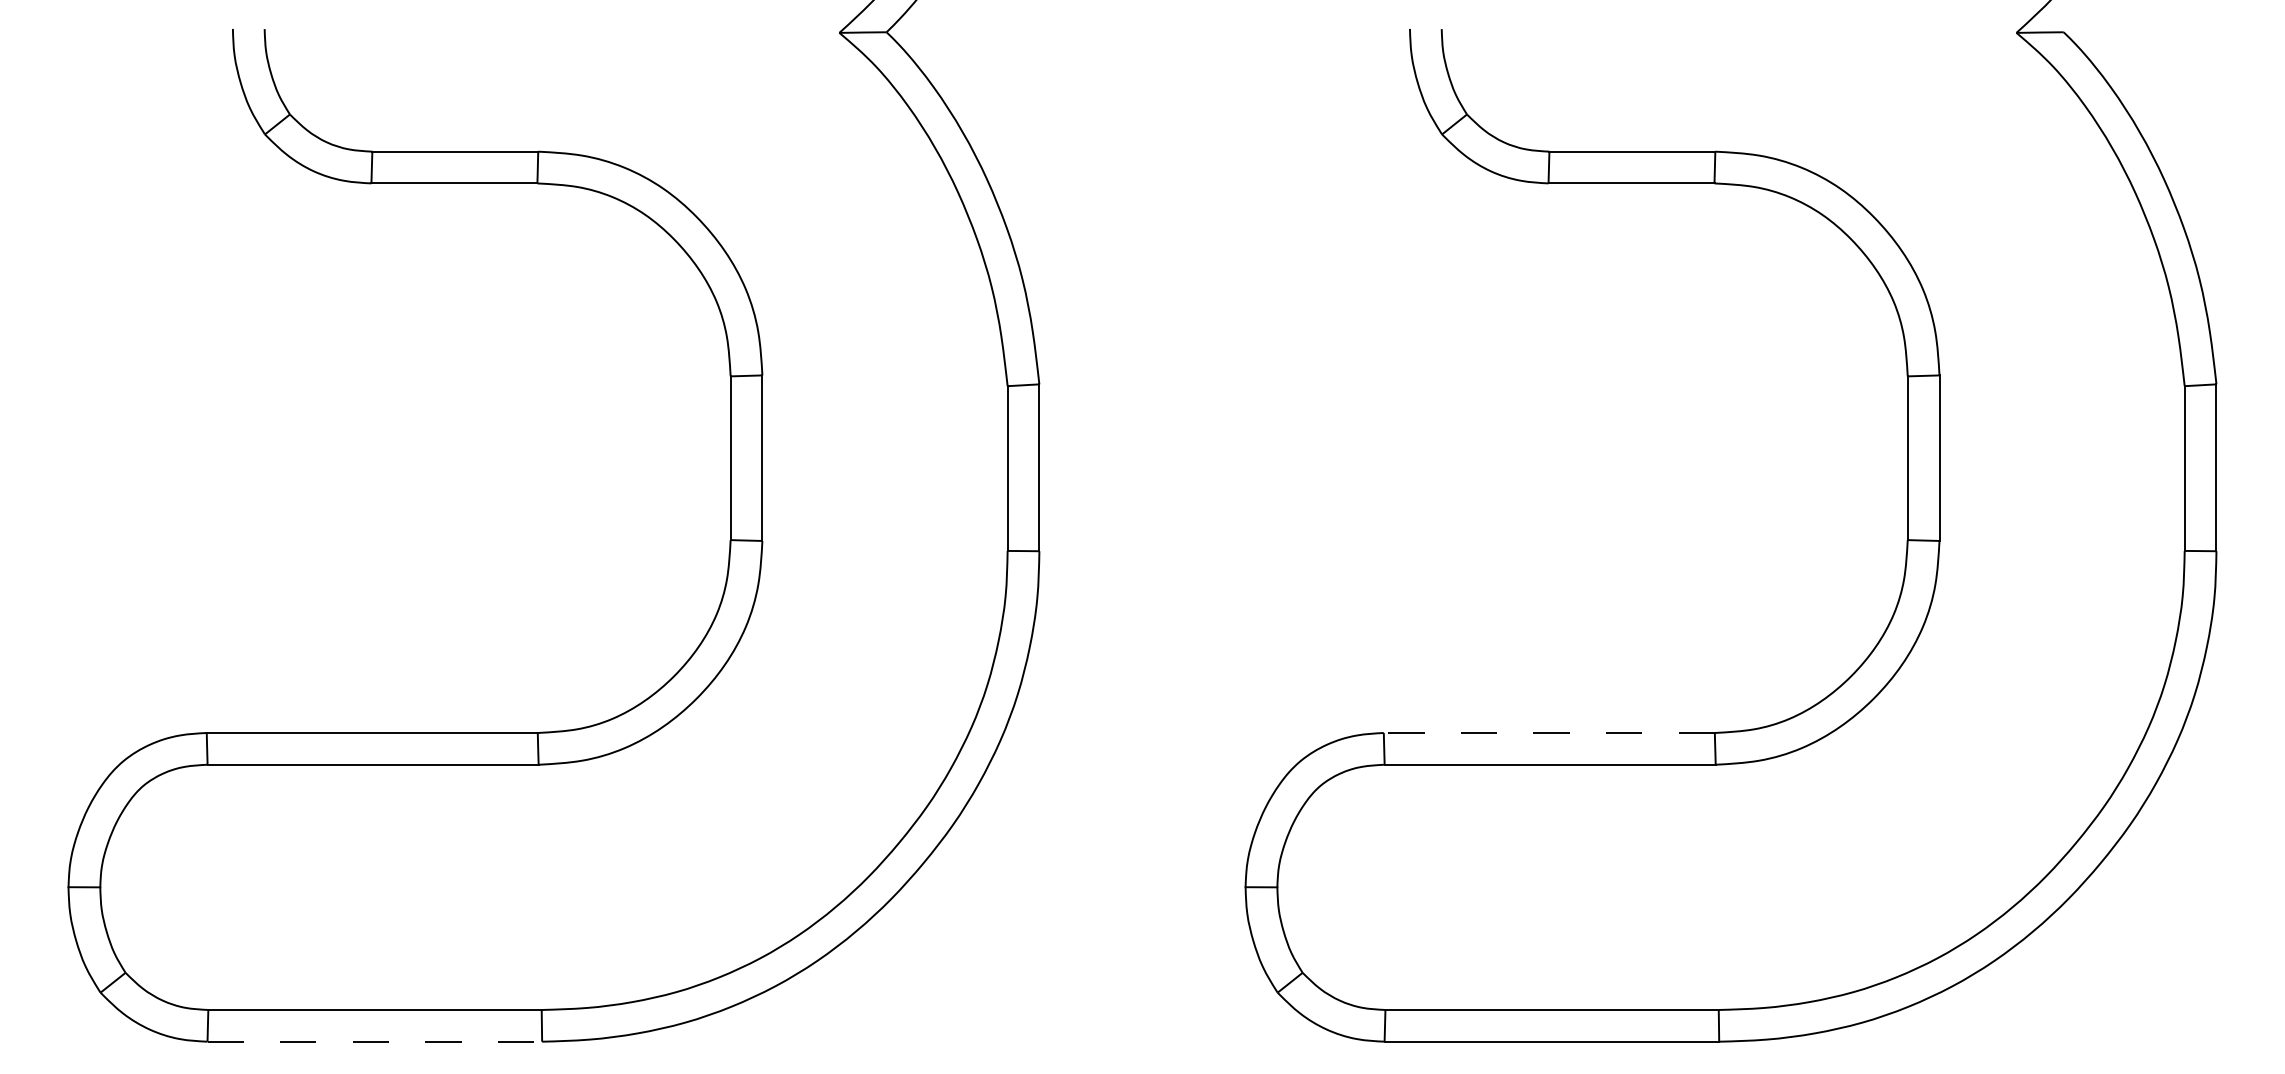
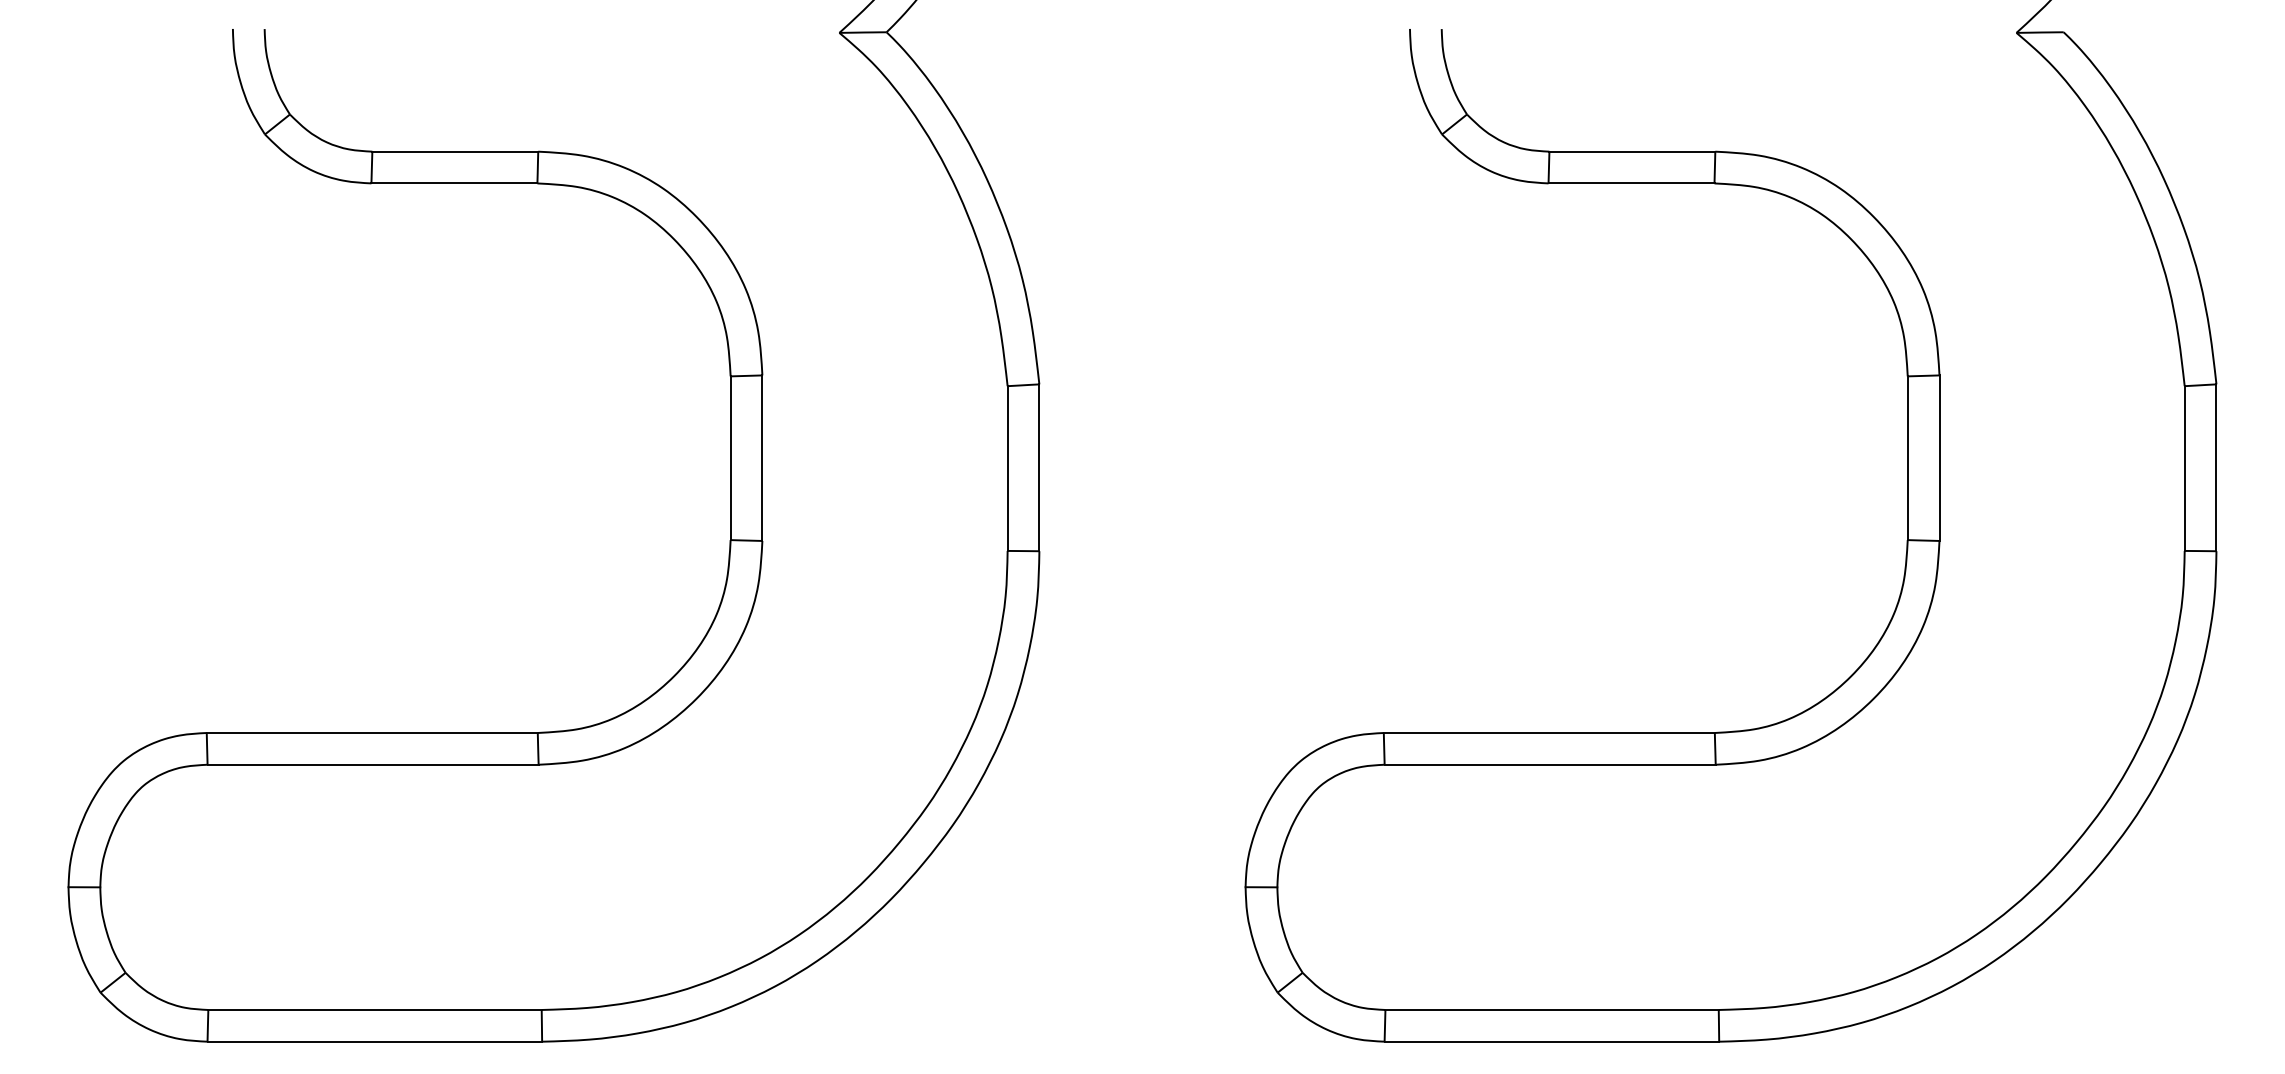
line at (1549, 732): dashed -> solid
line at (375, 1041): dashed -> solid
